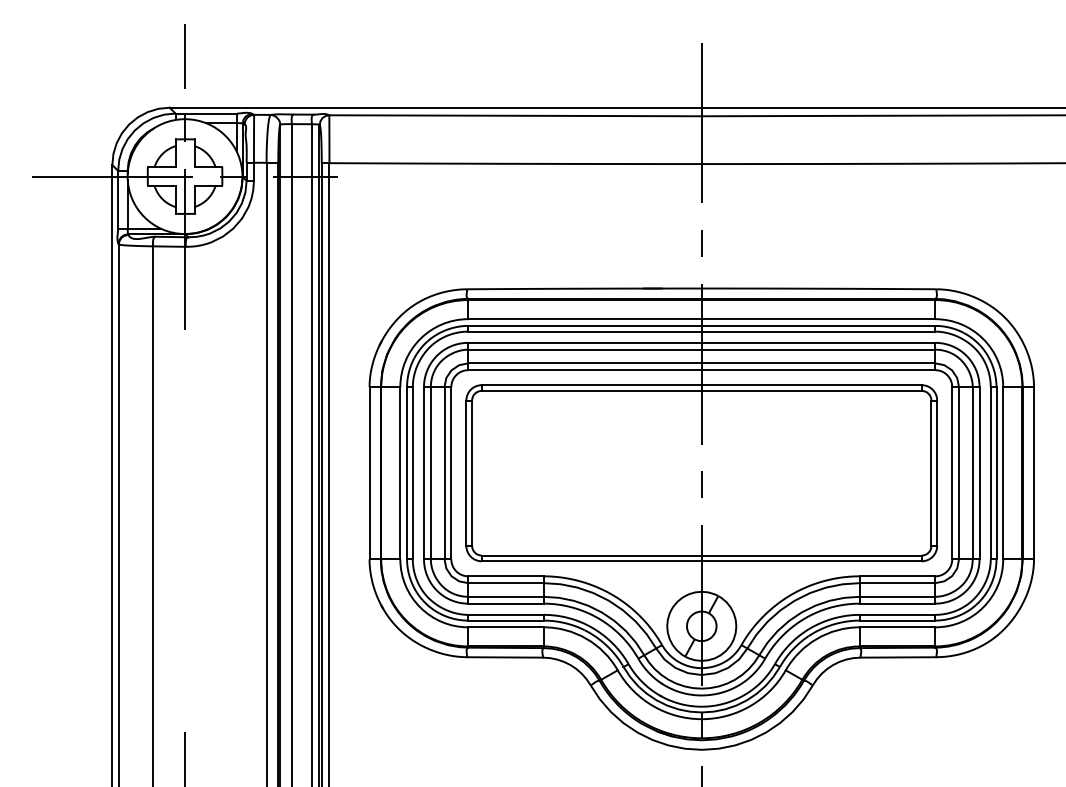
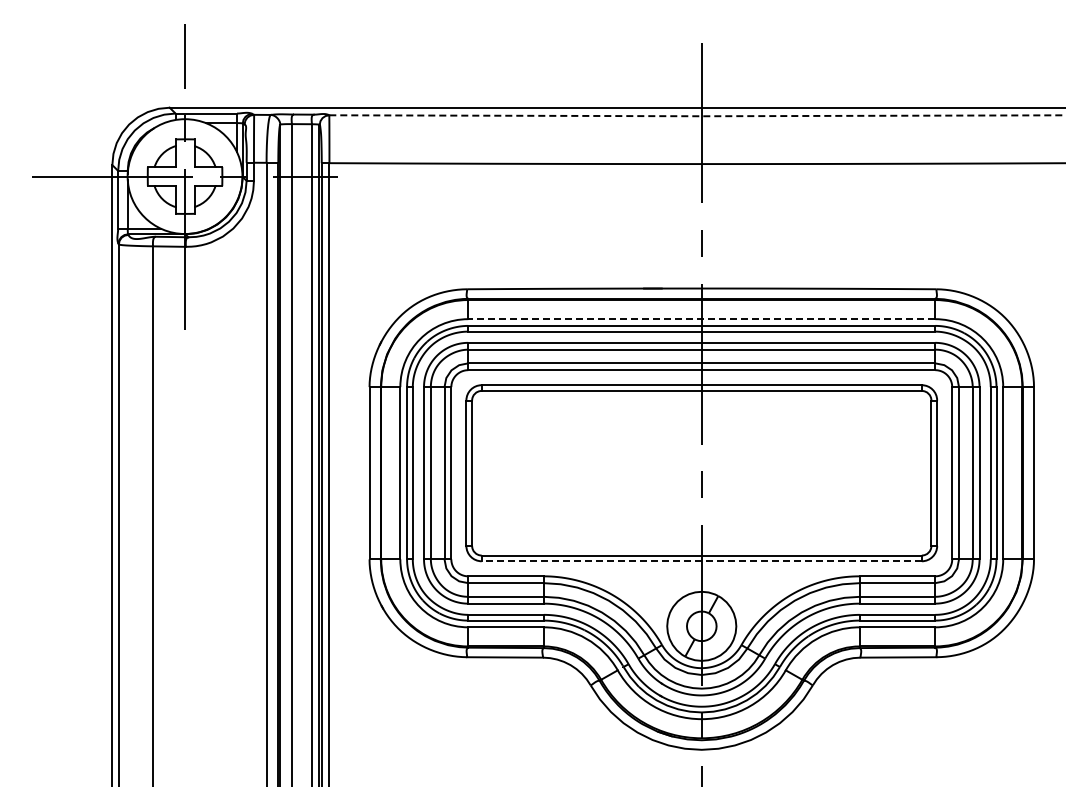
line at (697, 116): solid -> dashed
line at (701, 319): solid -> dashed
line at (701, 561): solid -> dashed
line at (185, 757): present -> none
